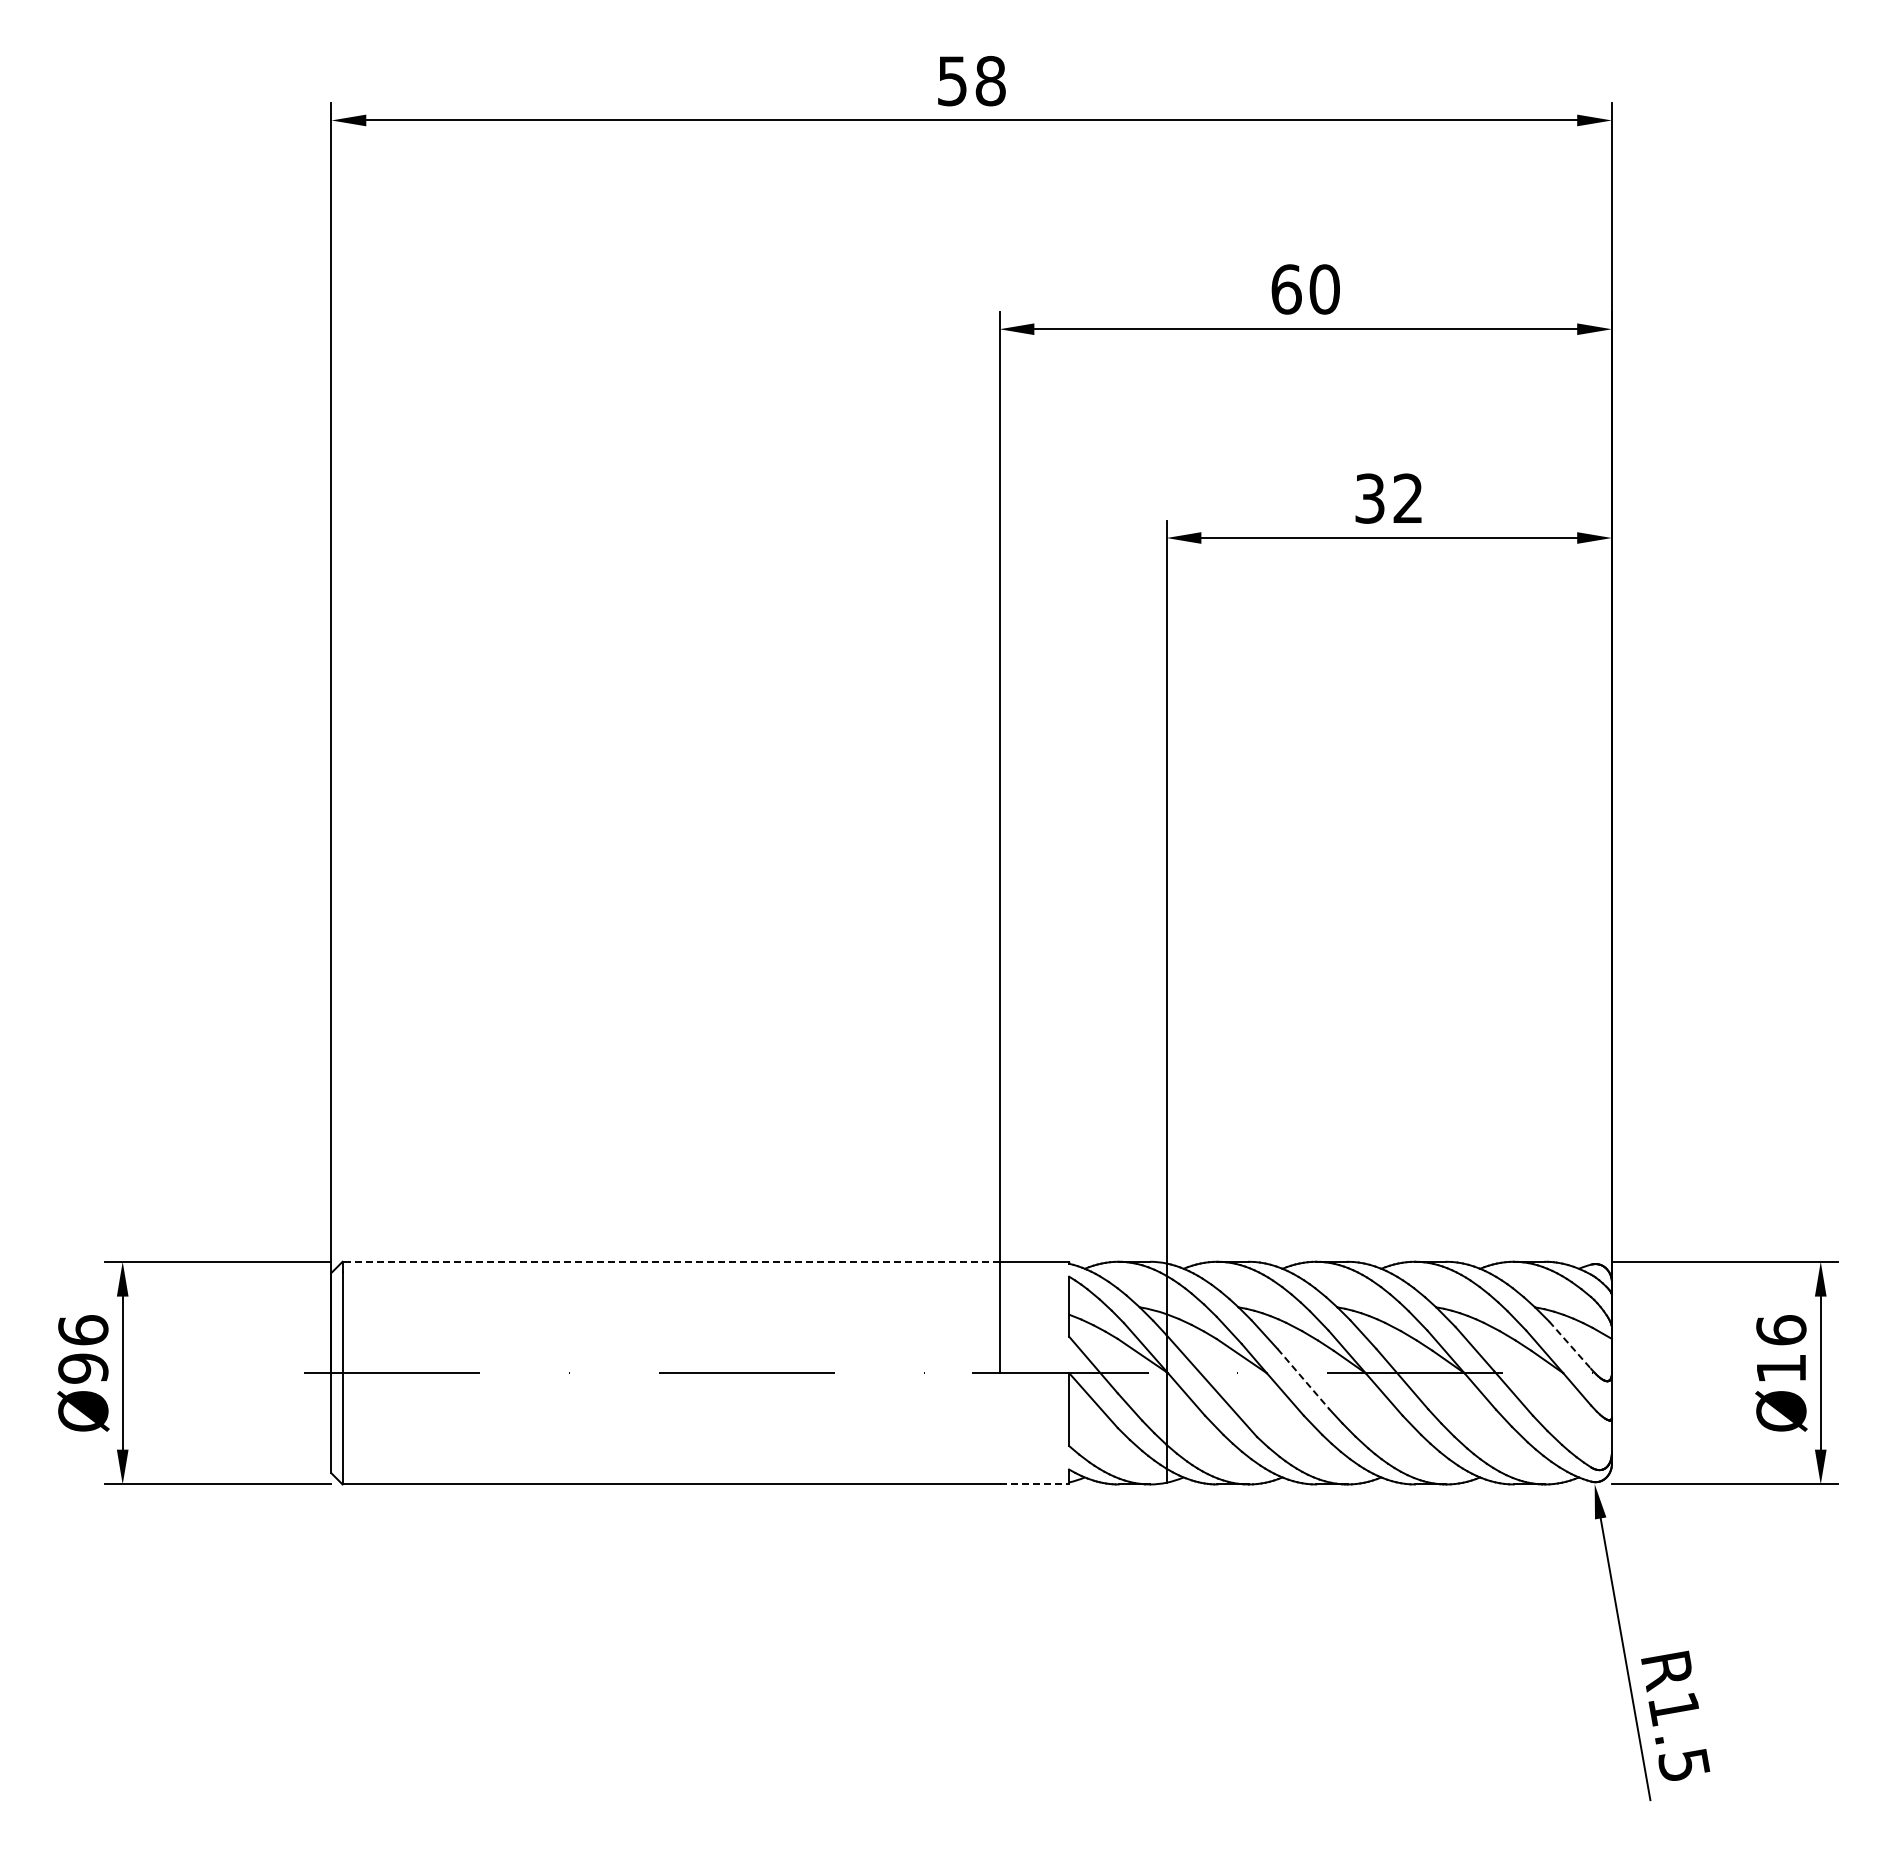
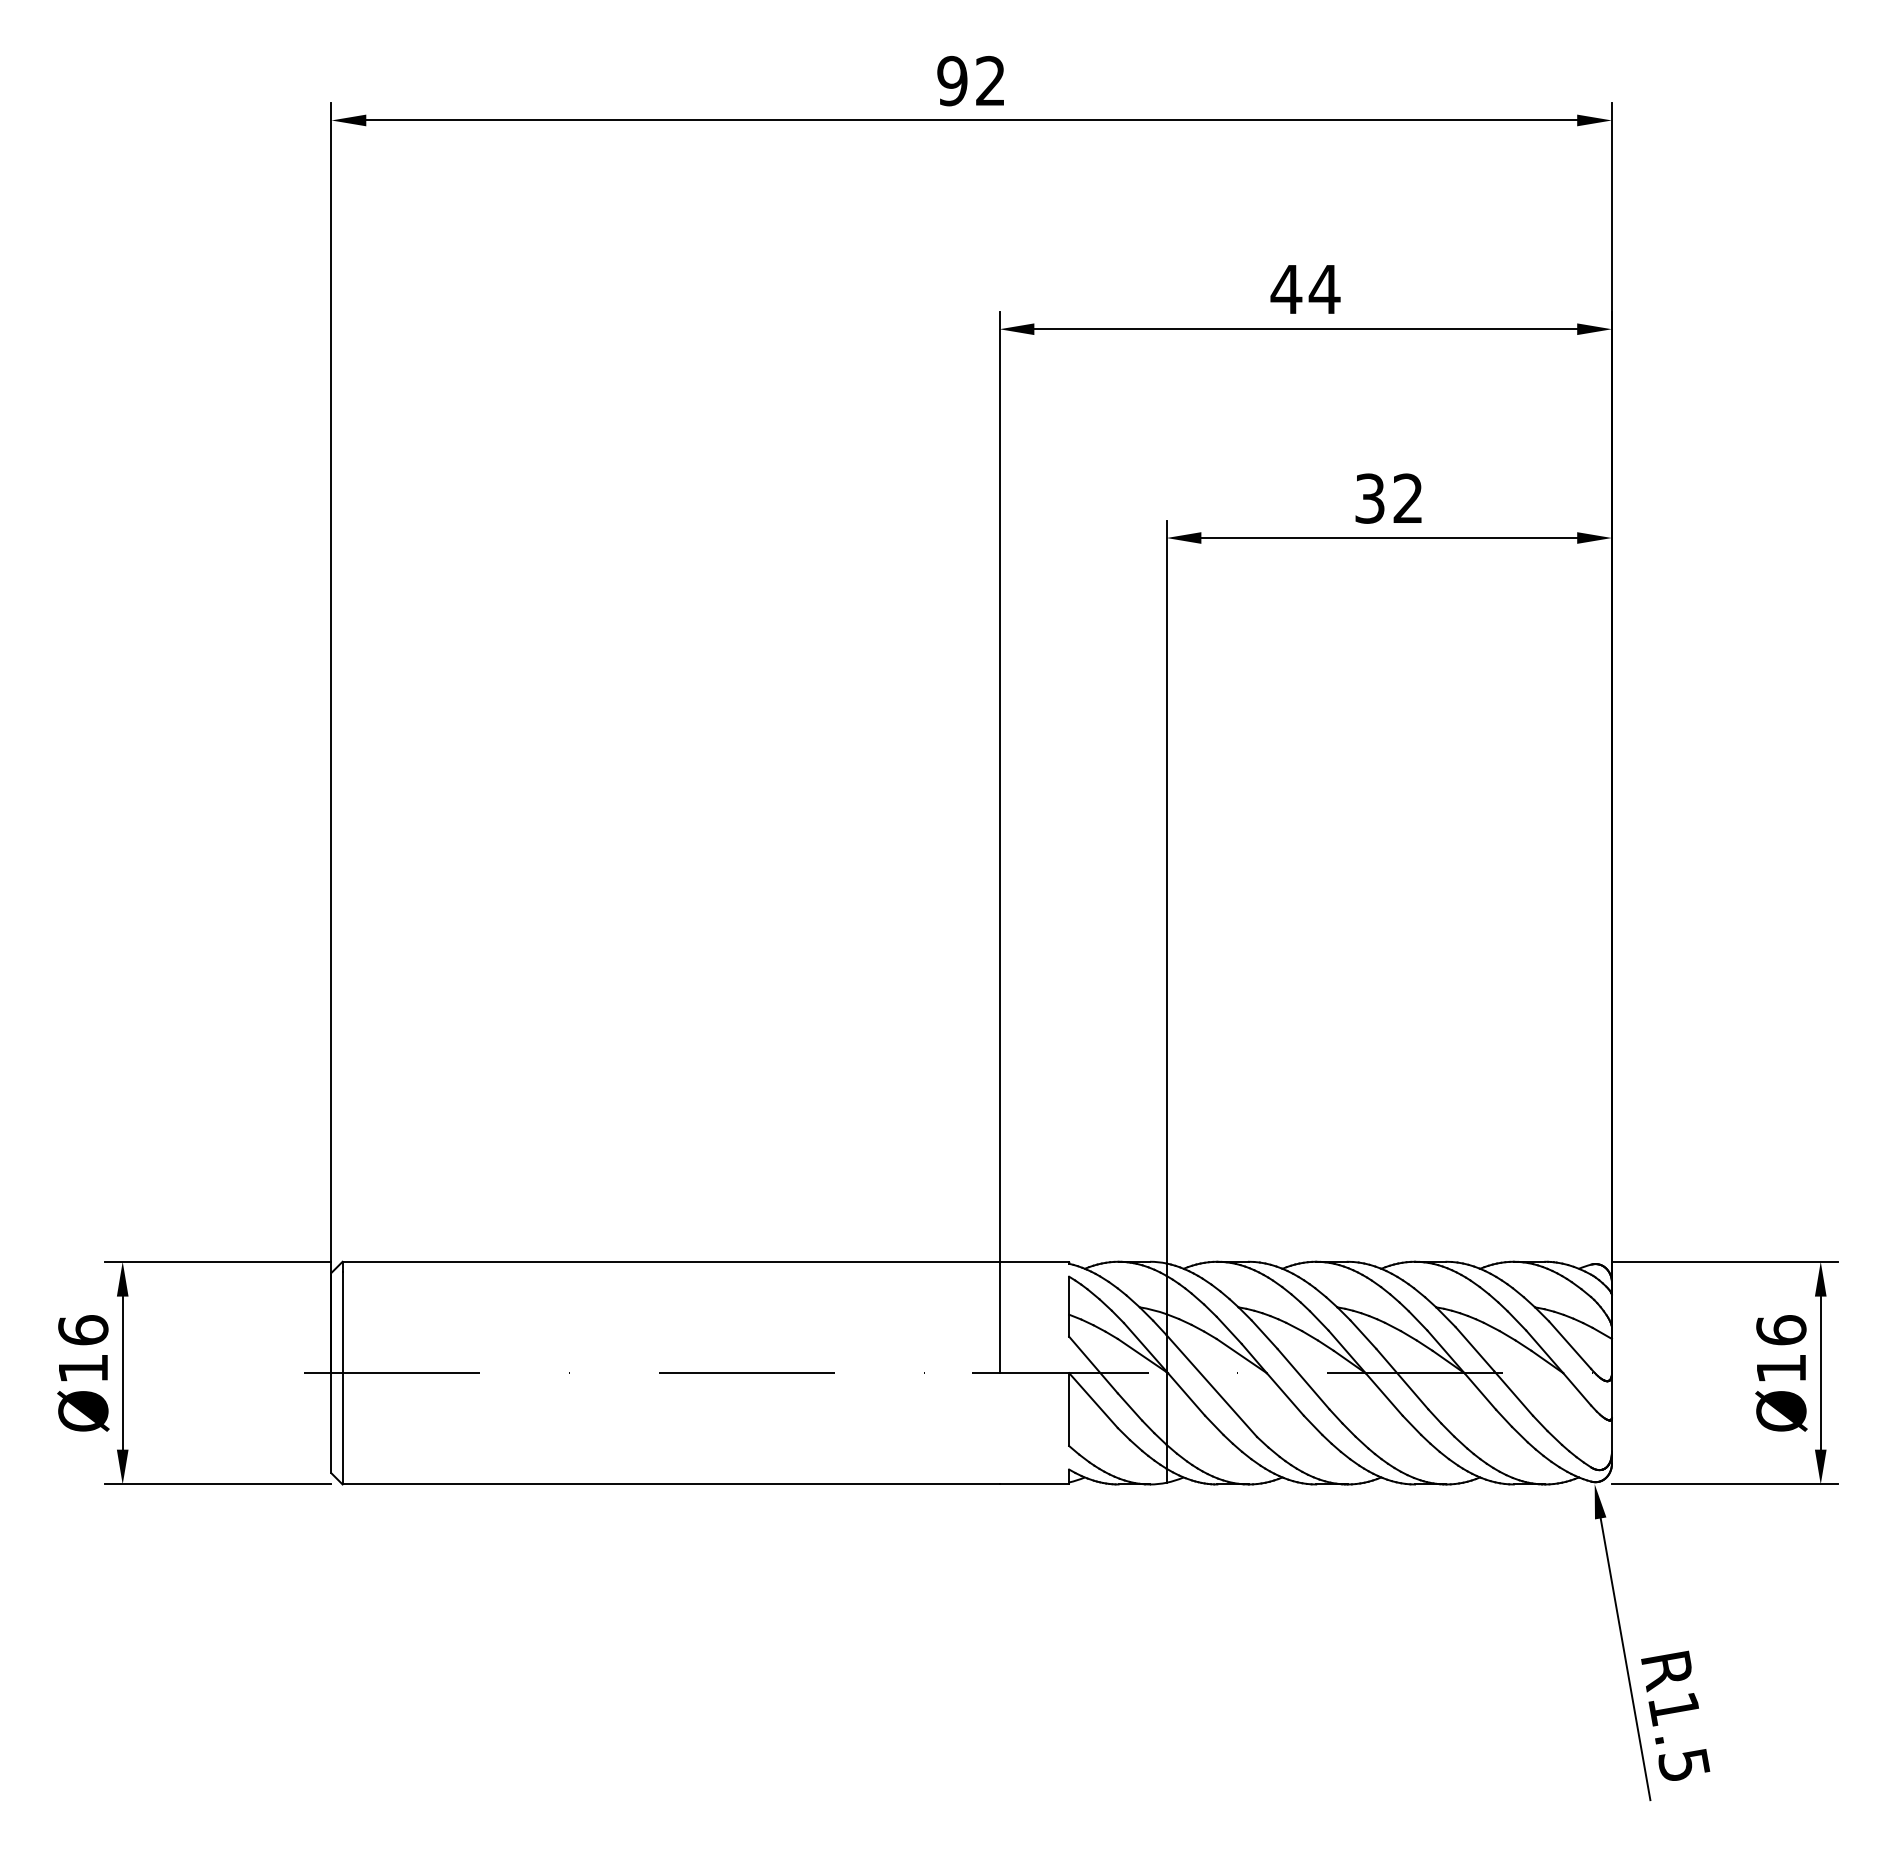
text at (971, 80): 58 -> 92
text at (1305, 289): 60 -> 44
line at (670, 1261): dashed -> solid
line at (1570, 1345): dashed -> solid
text at (83, 1368): Ø96 -> Ø16
line at (1303, 1379): dashed -> solid
line at (1034, 1484): dashed -> solid
